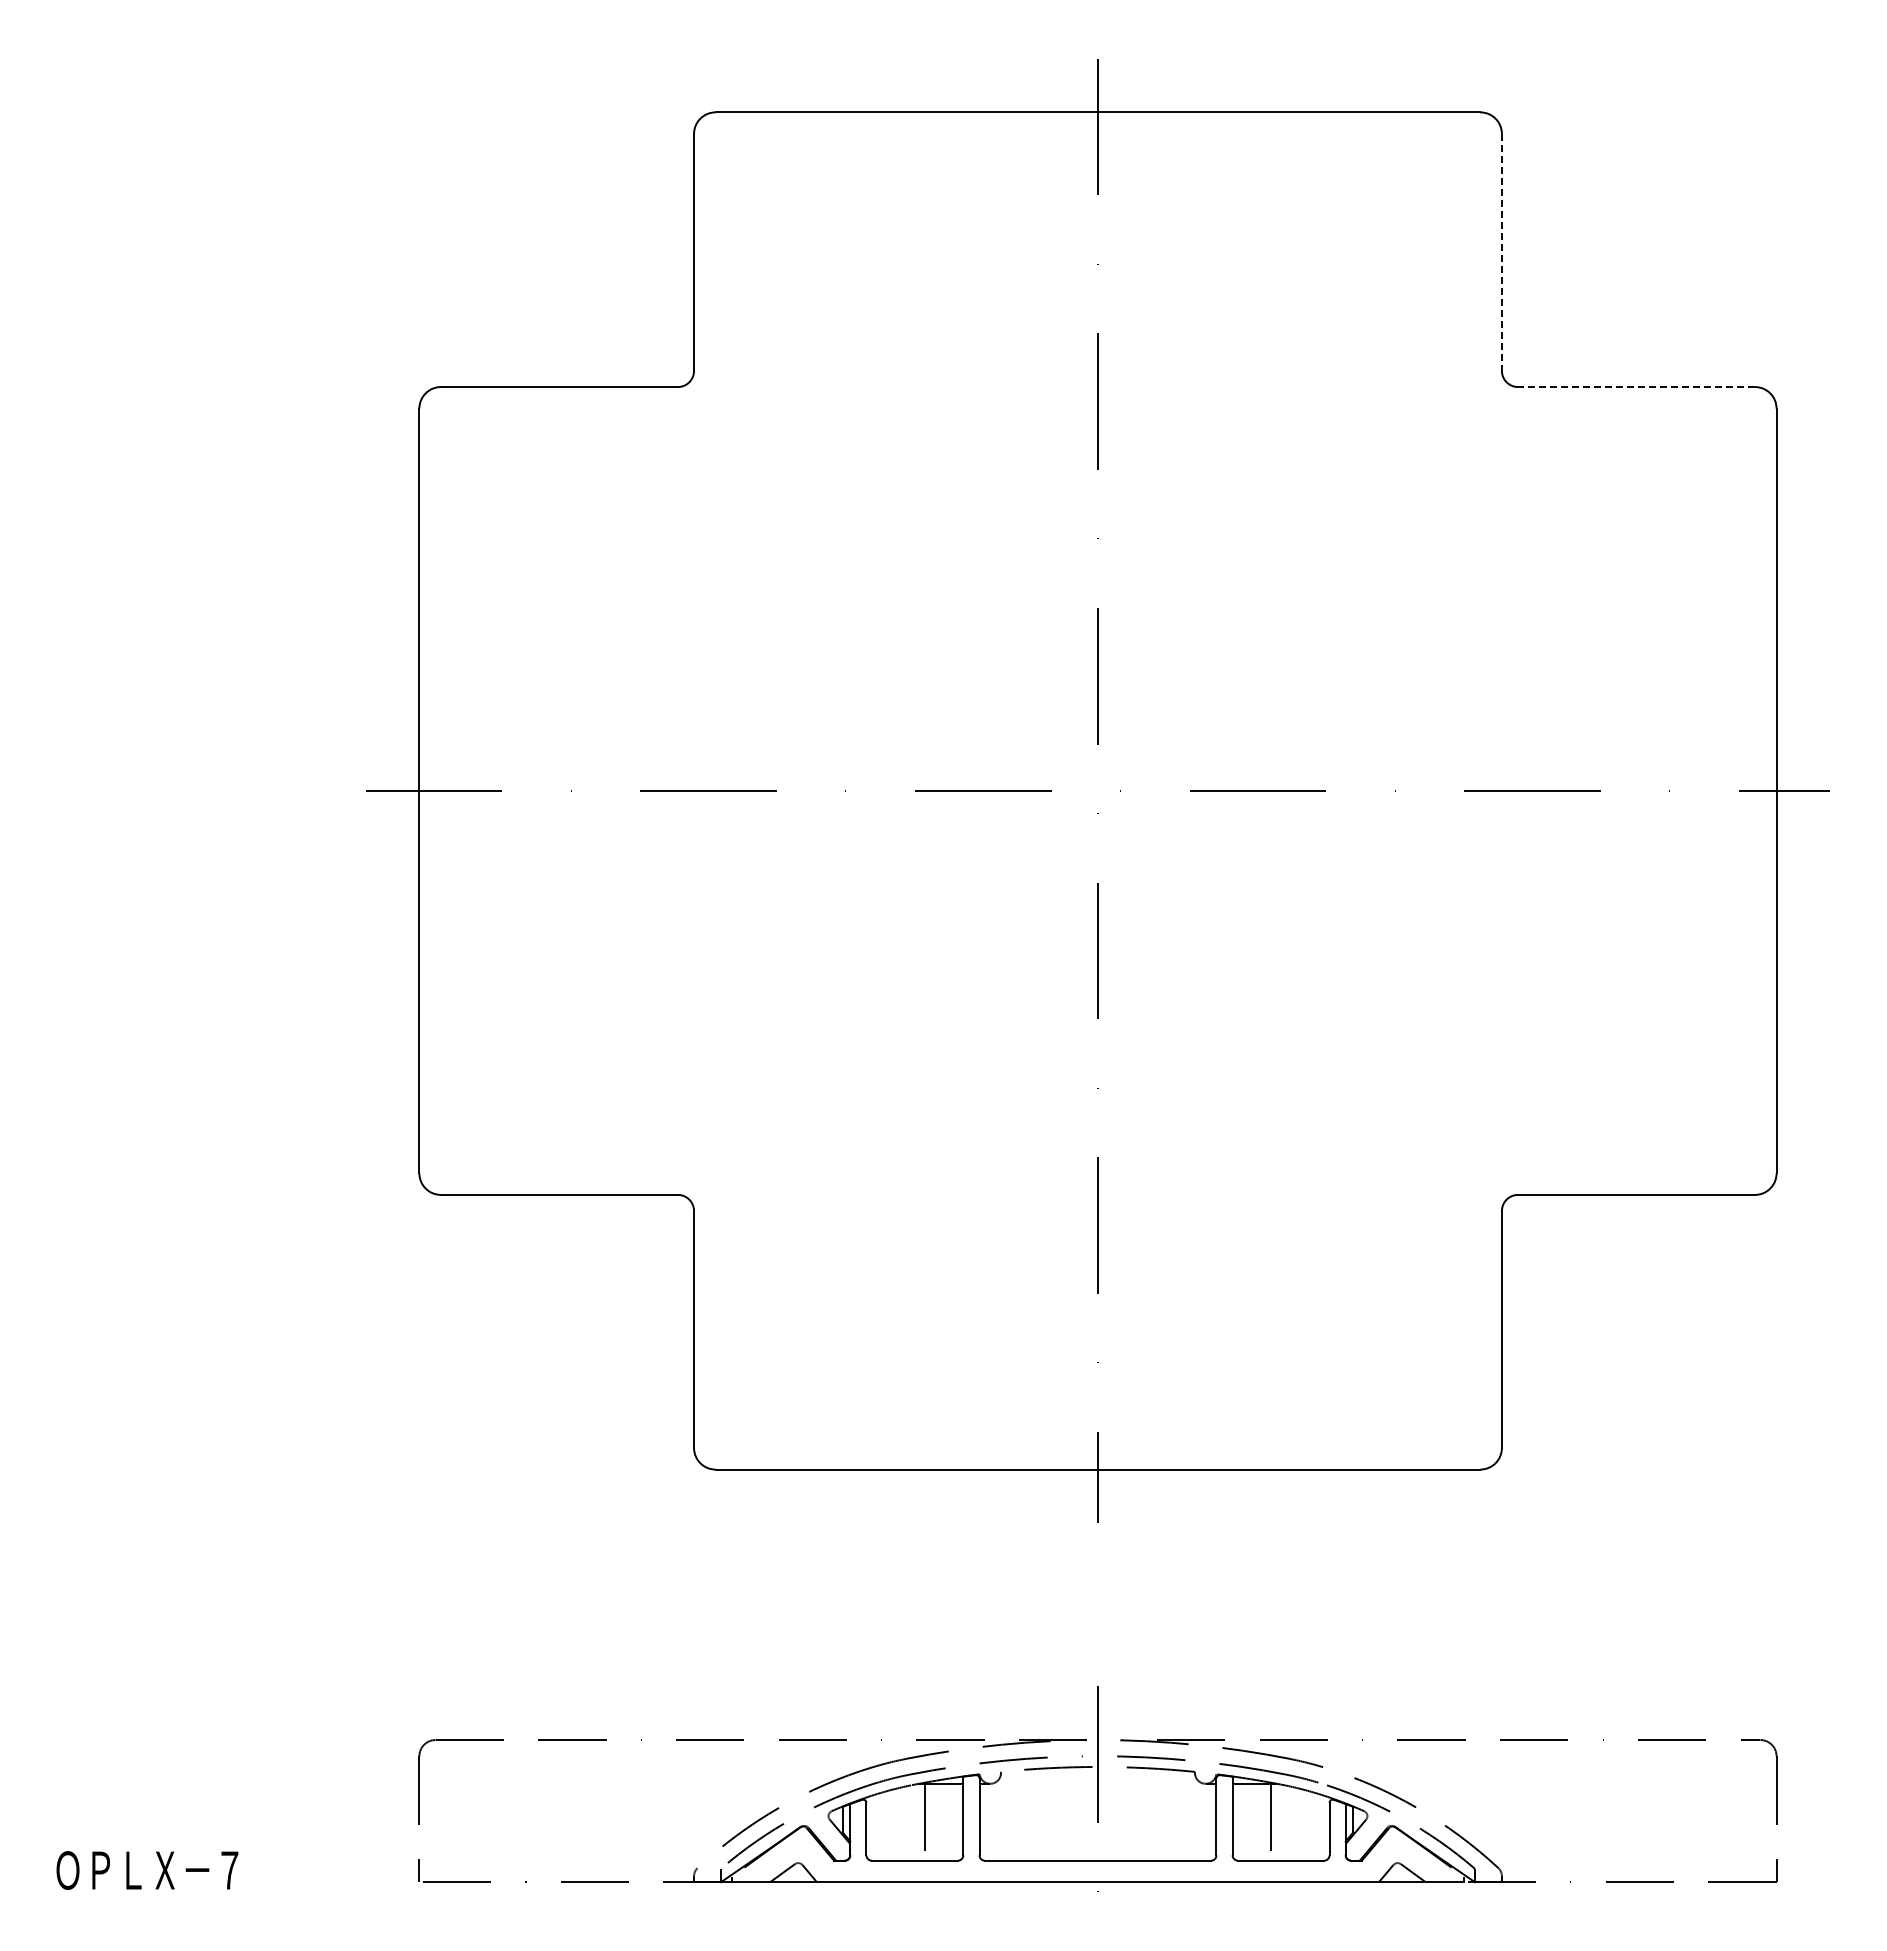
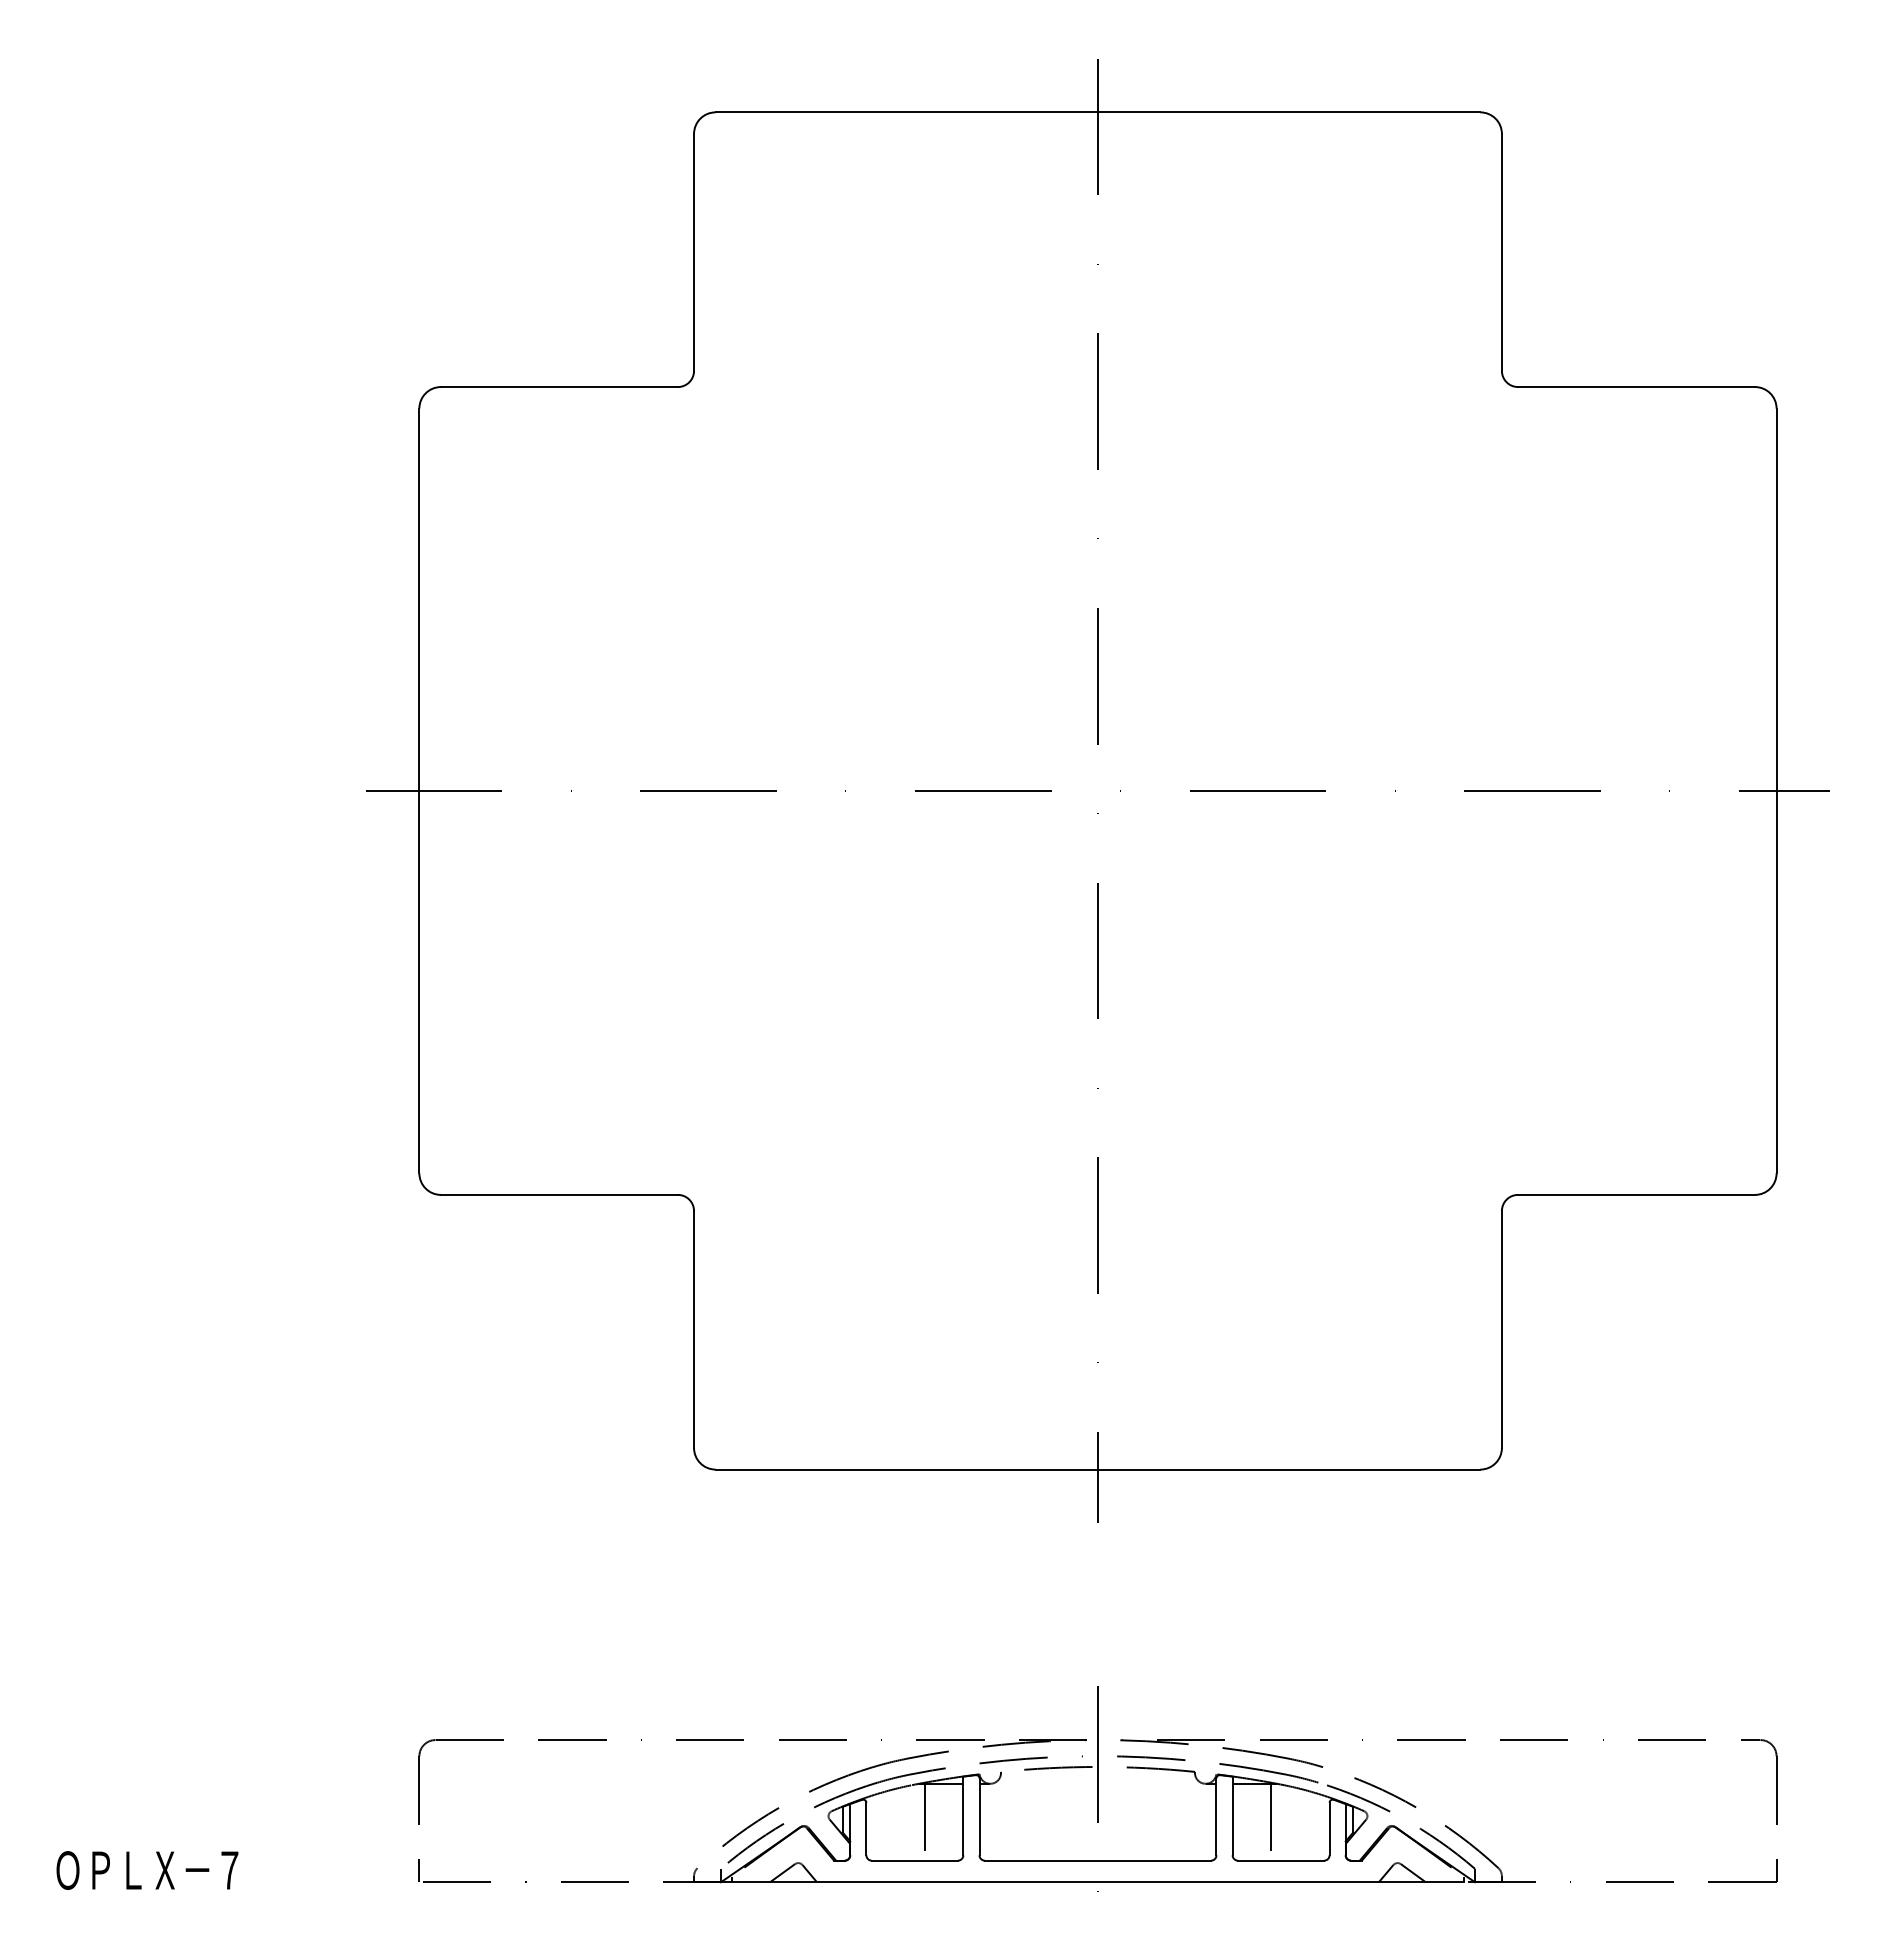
line at (1501, 252): dashed -> solid
line at (1636, 387): dashed -> solid
